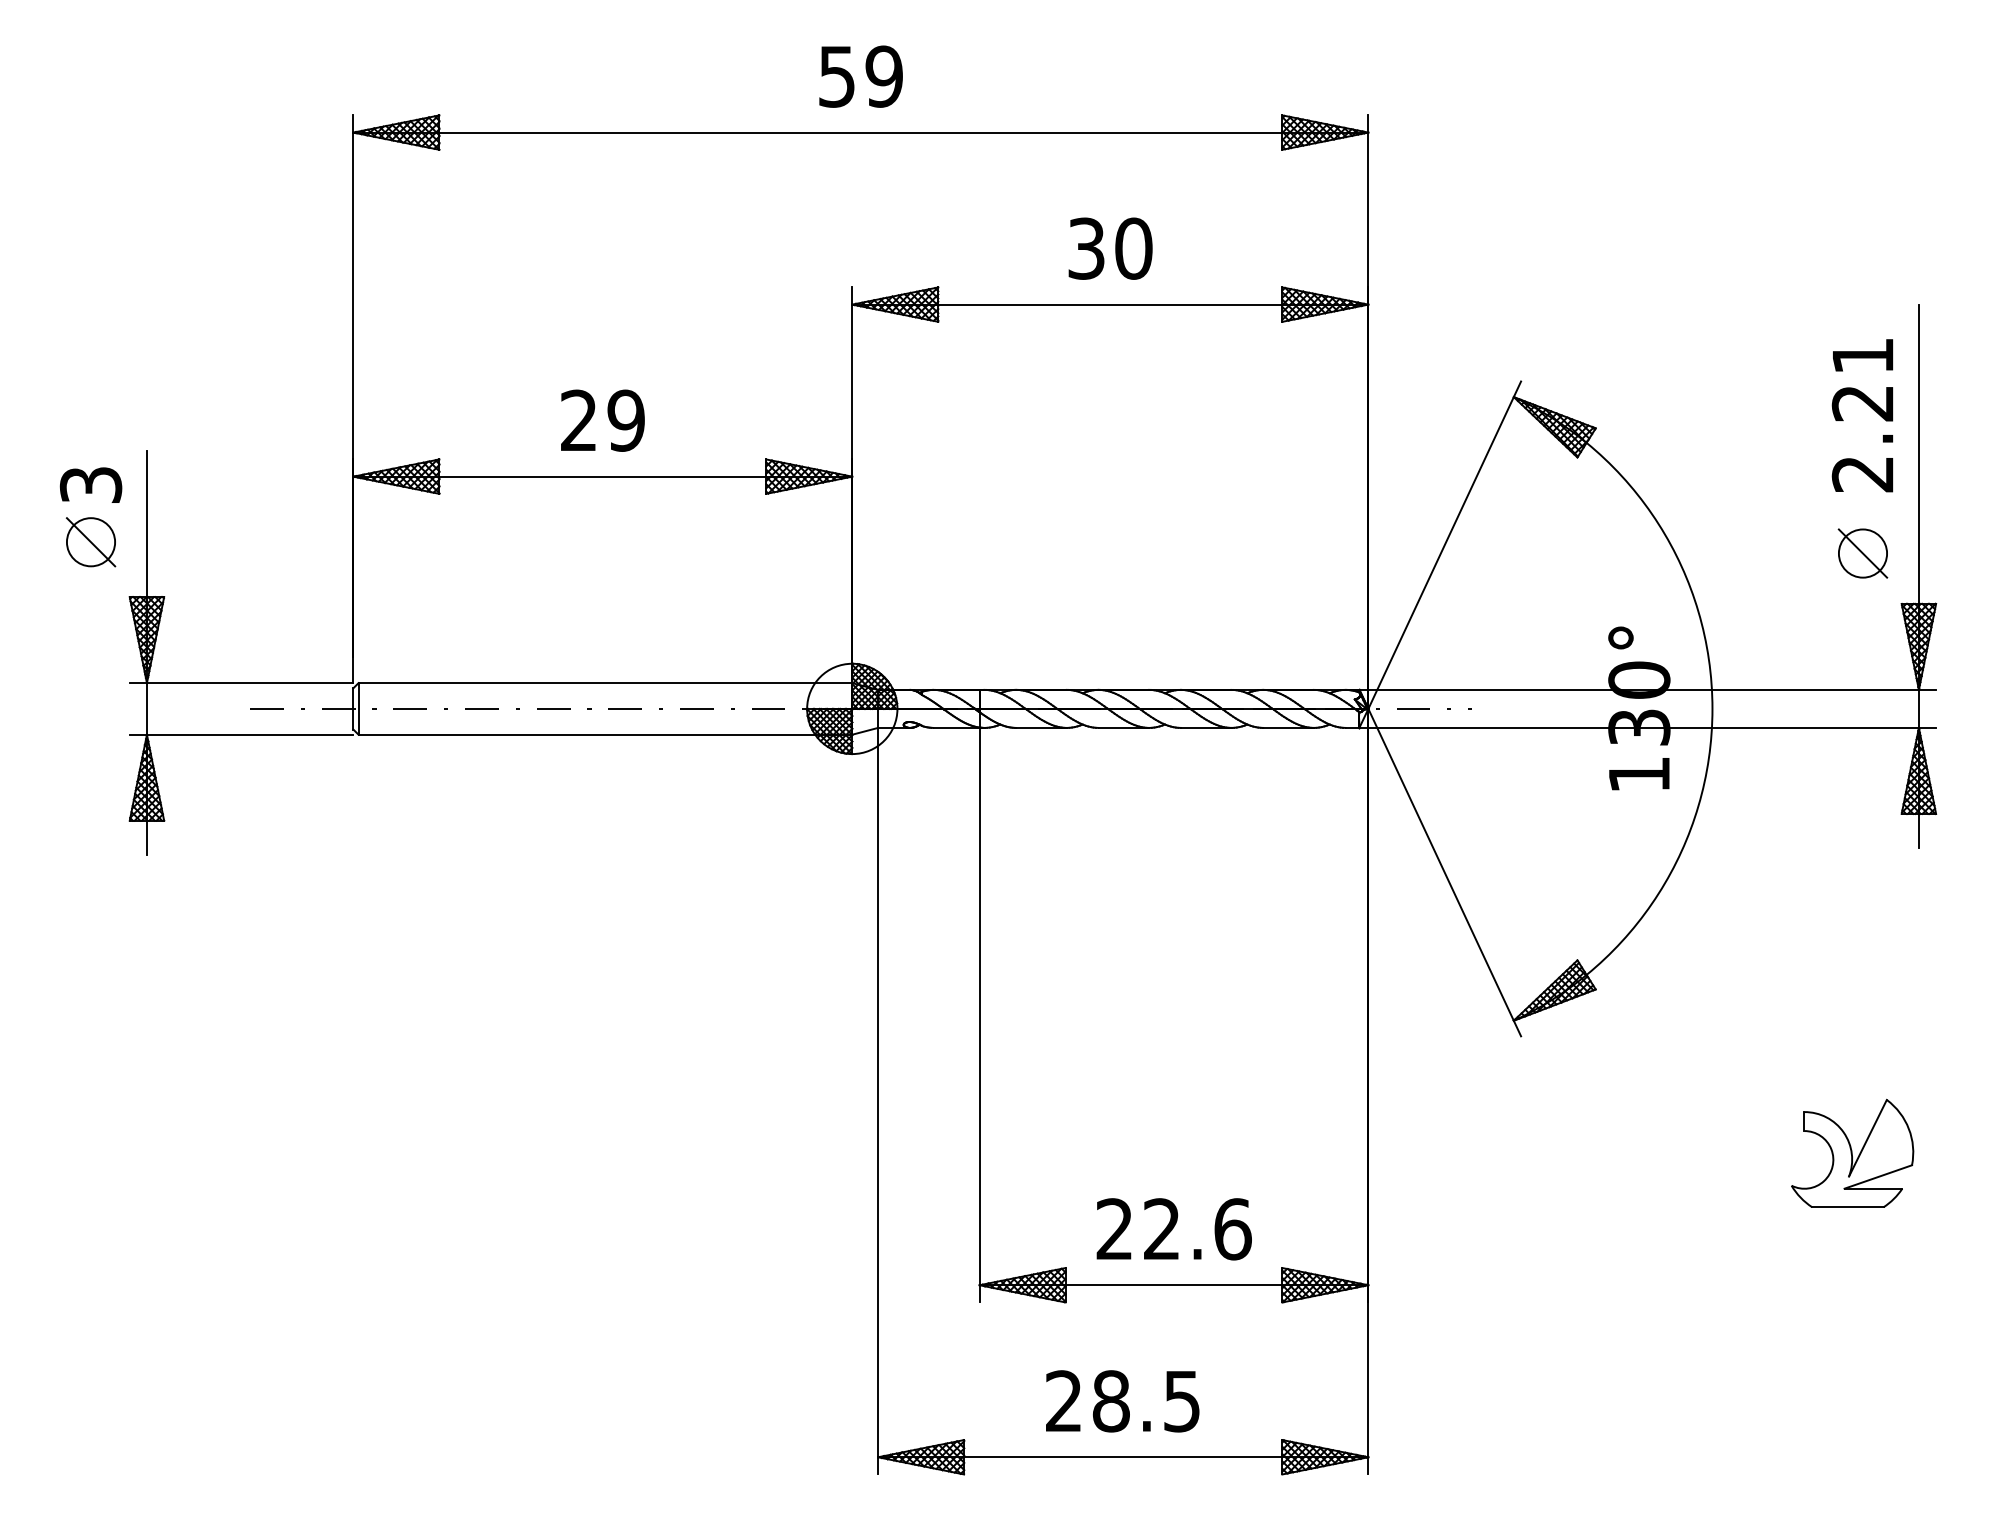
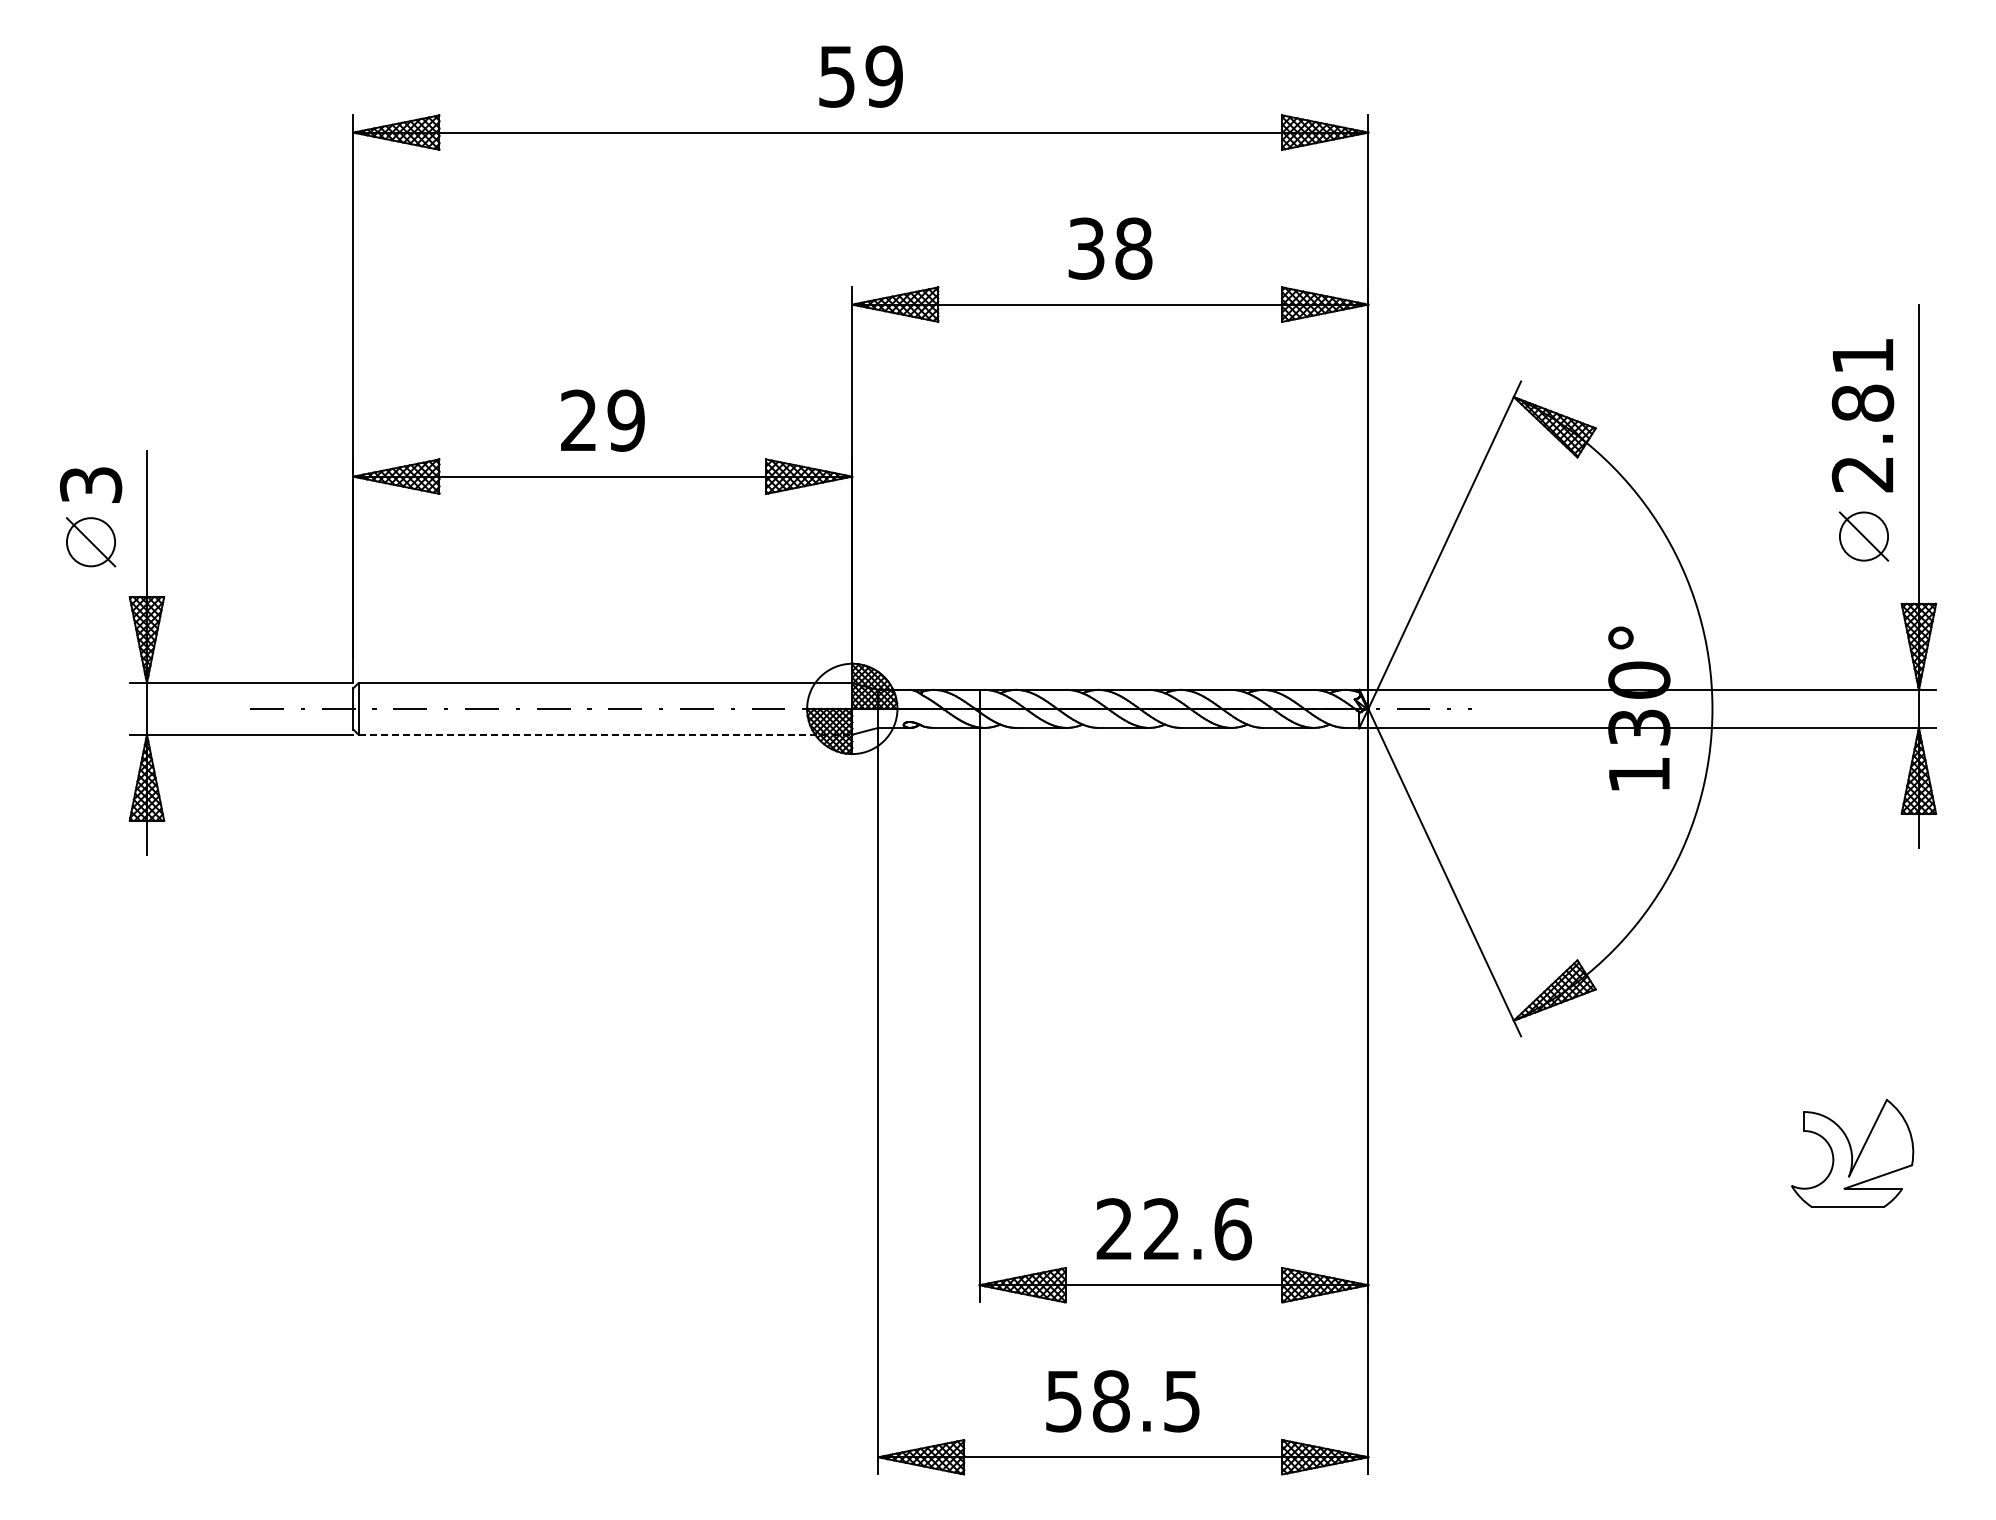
text at (1133, 248): 30 -> 38
text at (1862, 402): 2.21 -> 2.81
part at (1862, 553) position: (1862, 553) -> (1863, 536)
line at (605, 734): solid -> dashed
text at (1063, 1401): 28.5 -> 58.5
